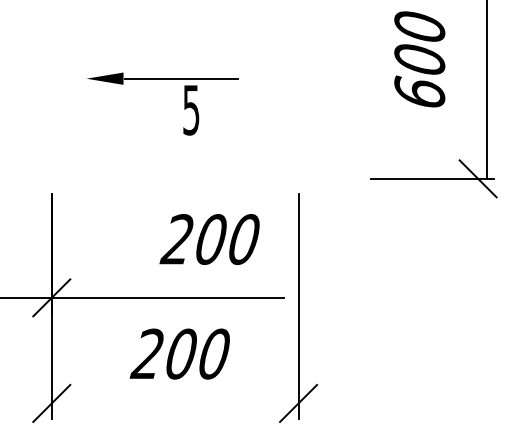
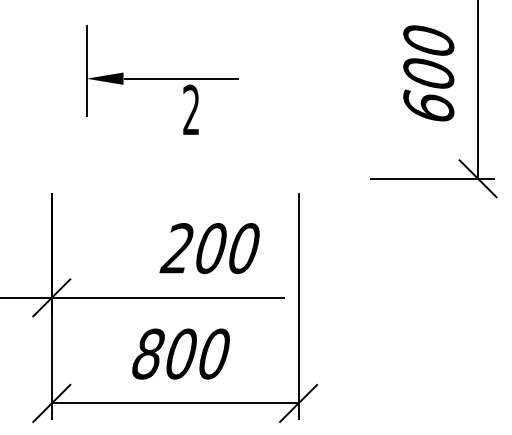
text at (419, 59) position: (419, 59) -> (428, 73)
line at (86, 70): none -> present
line at (487, 90) position: (487, 90) -> (478, 90)
text at (191, 109): 5 -> 2
text at (209, 239) position: (209, 239) -> (209, 248)
text at (146, 353): 200 -> 800
line at (174, 403): none -> present
